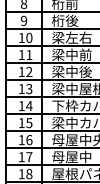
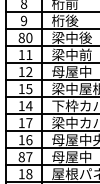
text at (21, 37): 10 -> 80
text at (78, 37): 梁左右 -> 梁中後
text at (71, 71): 梁中後 -> 母屋中
text at (29, 88): 13 -> 15
text at (29, 123): 15 -> 17
text at (21, 157): 17 -> 87
